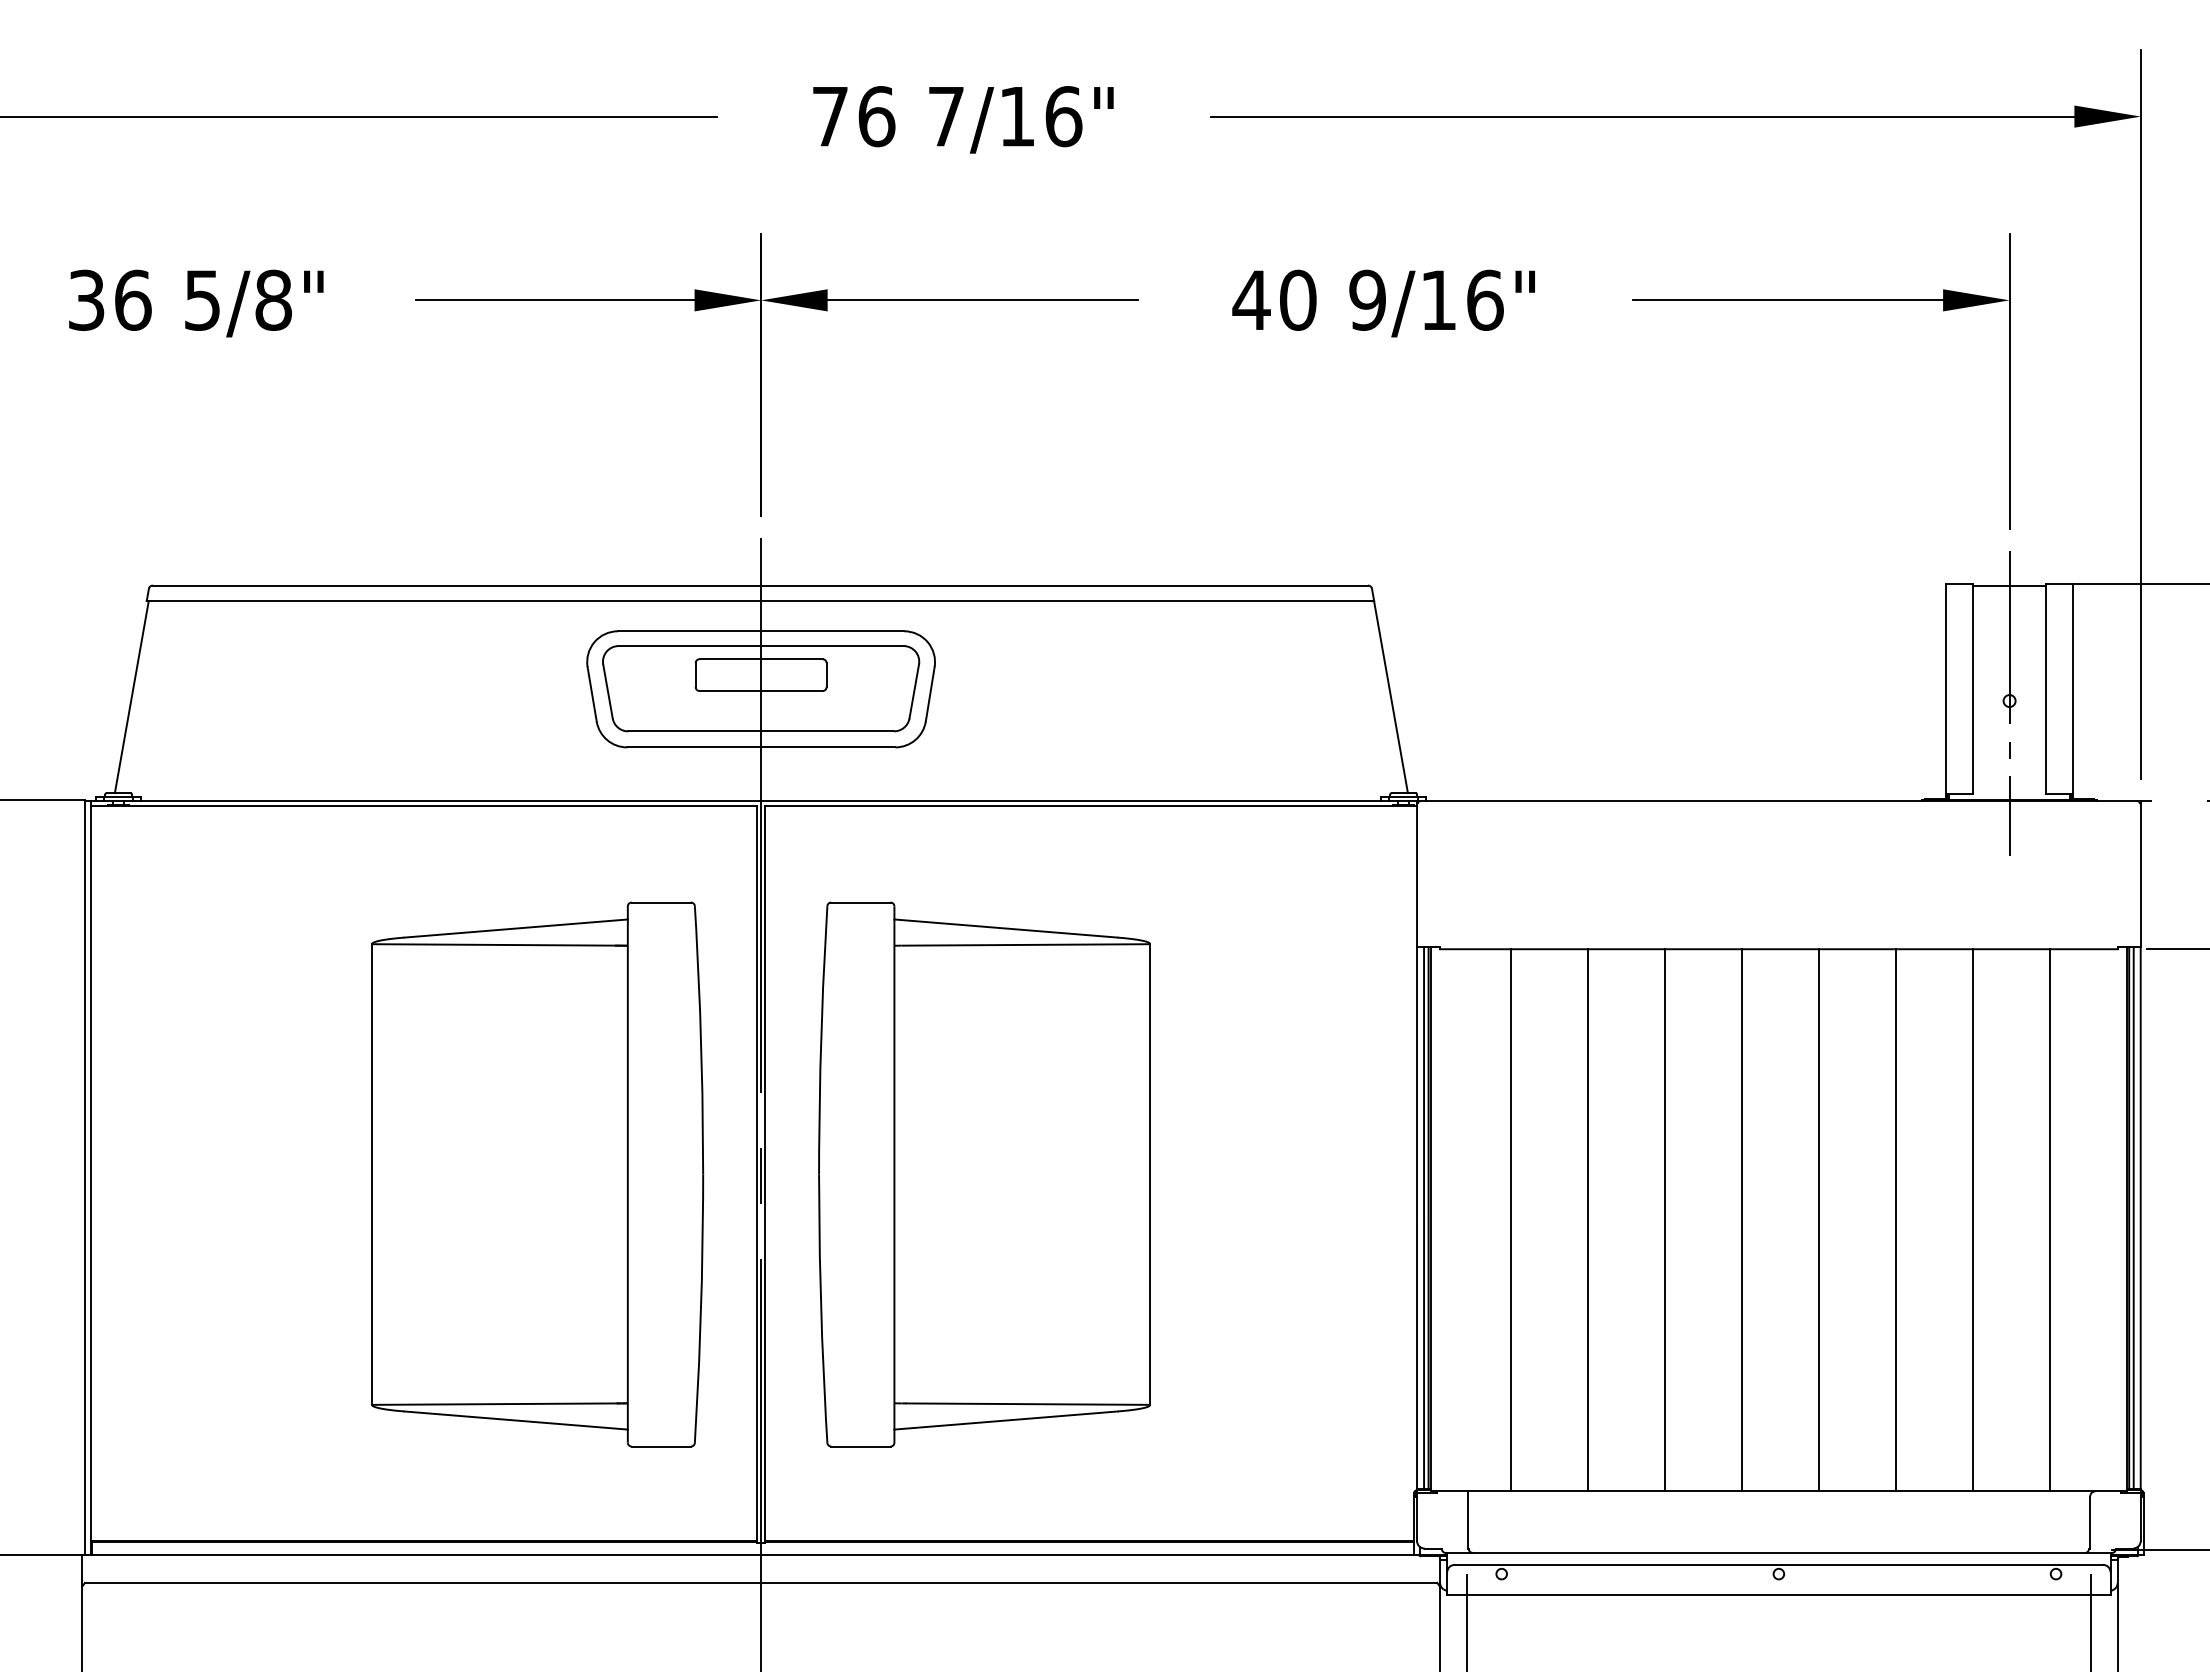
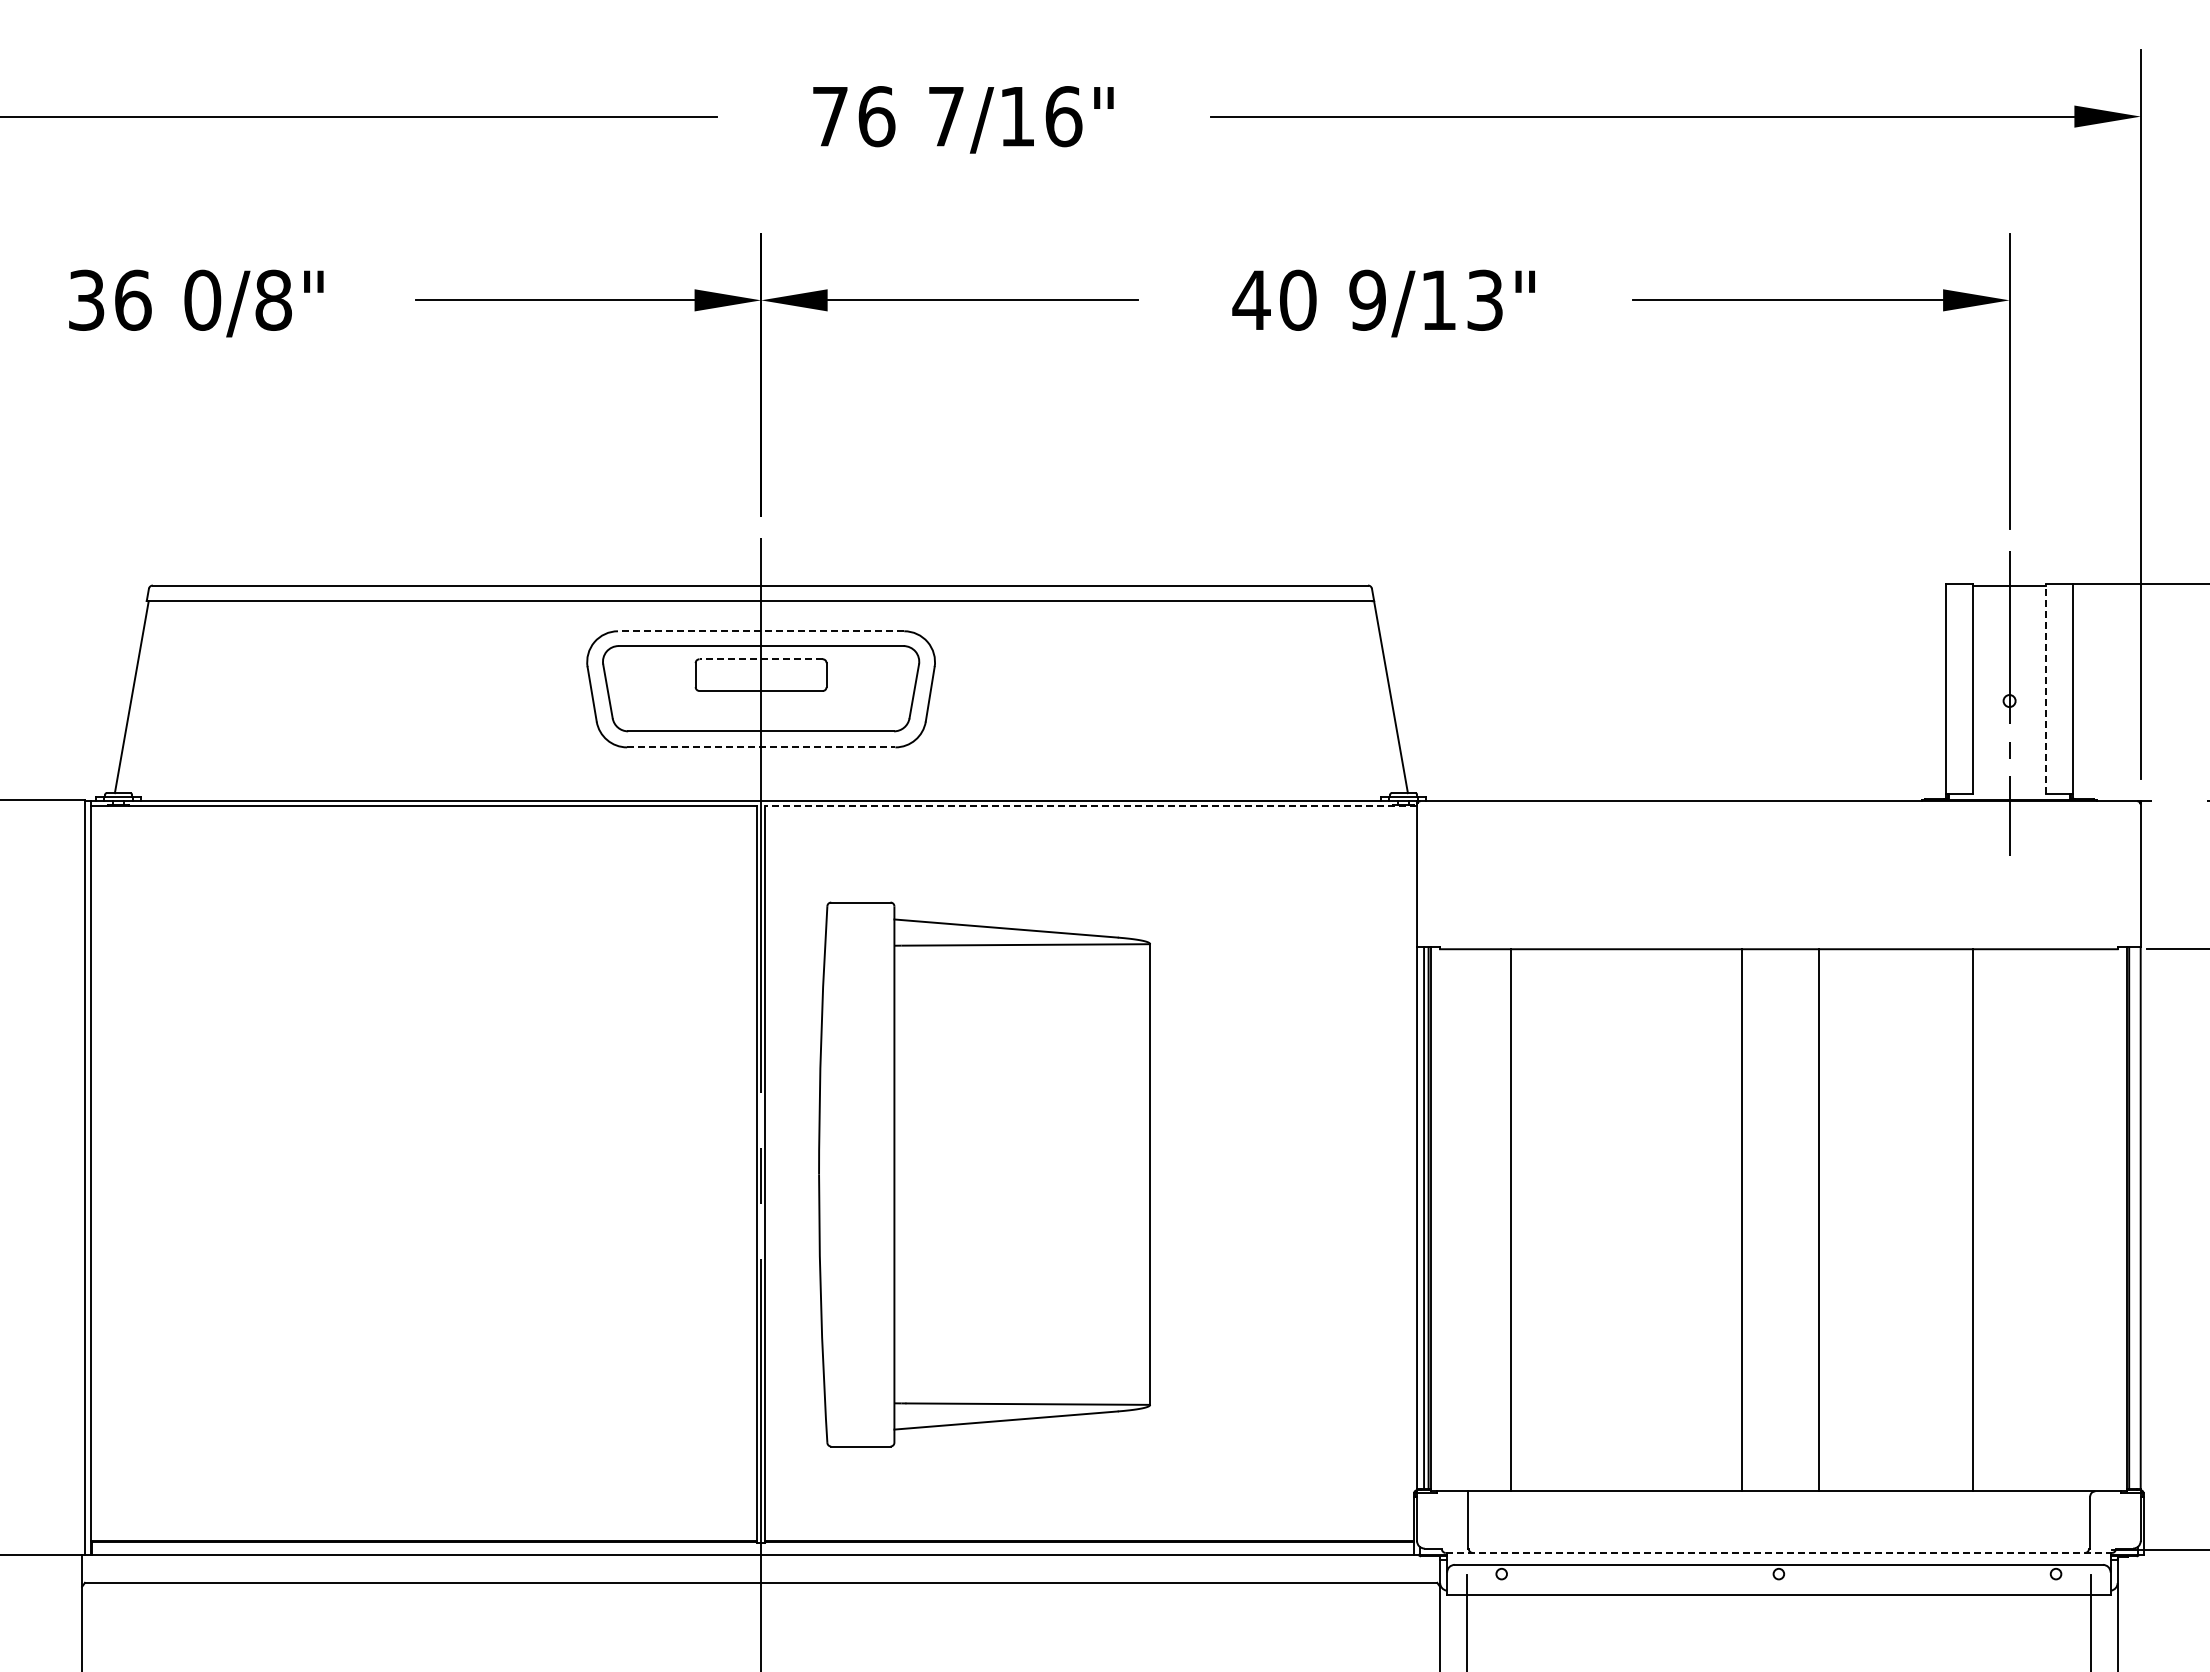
text at (202, 299): 5/8" -> 0/8"
text at (1485, 299): 9/16" -> 9/13"
line at (760, 631): solid -> dashed
line at (761, 659): solid -> dashed
line at (2046, 688): solid -> dashed
line at (761, 747): solid -> dashed
line at (1090, 806): solid -> dashed
part at (537, 1174): present -> none
line at (2133, 1217): present -> none
line at (1588, 1220): present -> none
line at (1665, 1220): present -> none
line at (1896, 1220): present -> none
line at (2050, 1220): present -> none
line at (1779, 1552): solid -> dashed
